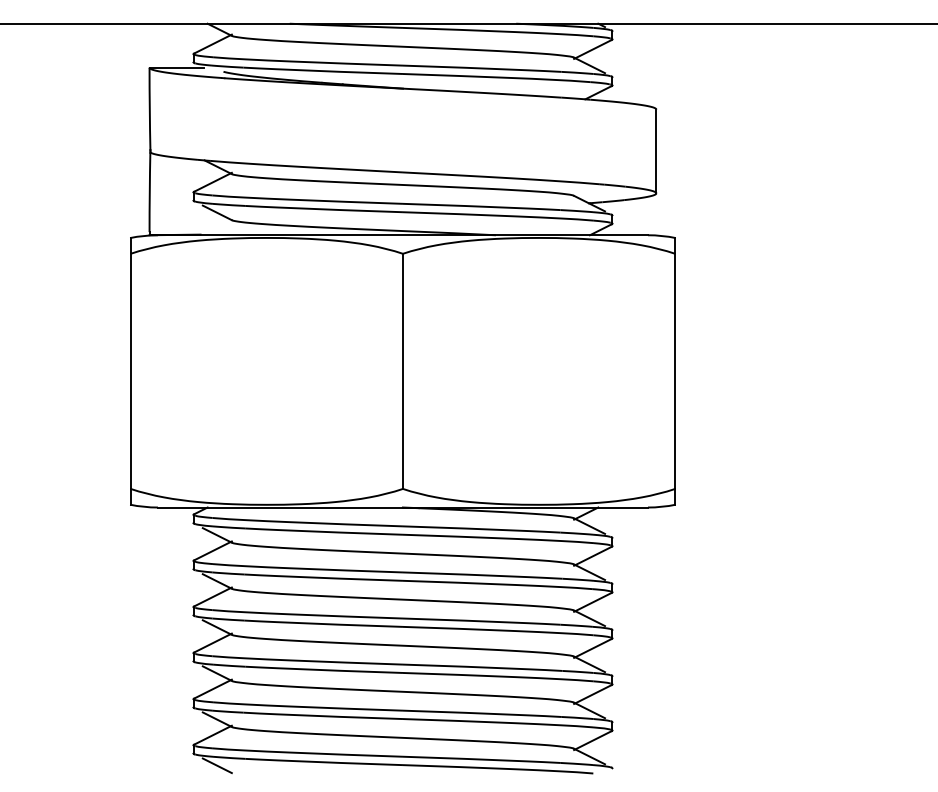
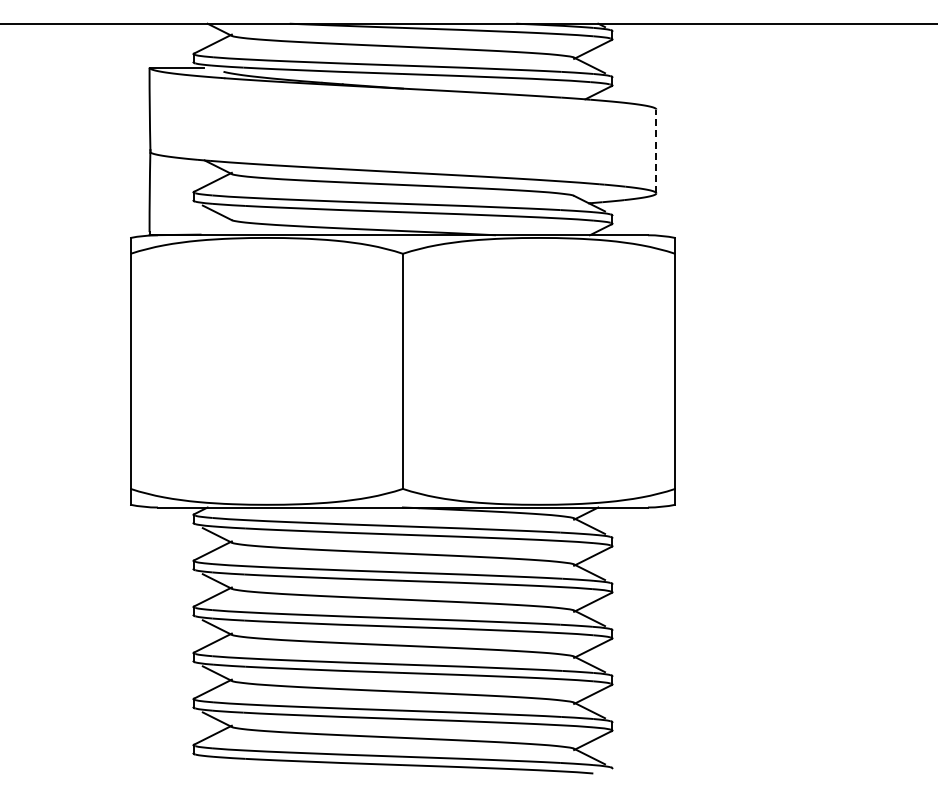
line at (656, 151): solid -> dashed
line at (216, 765): present -> none
